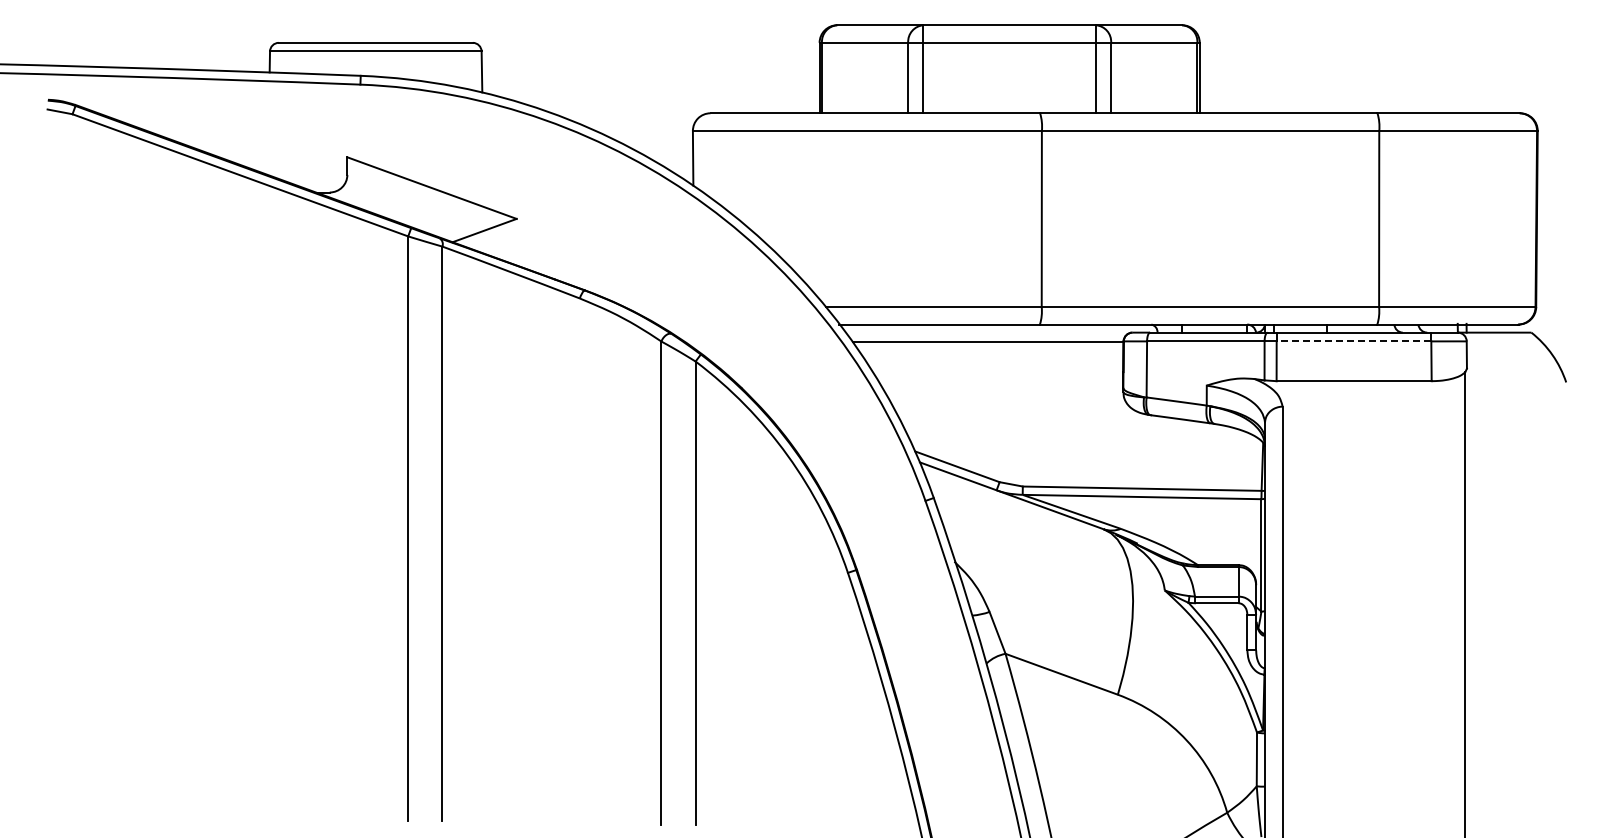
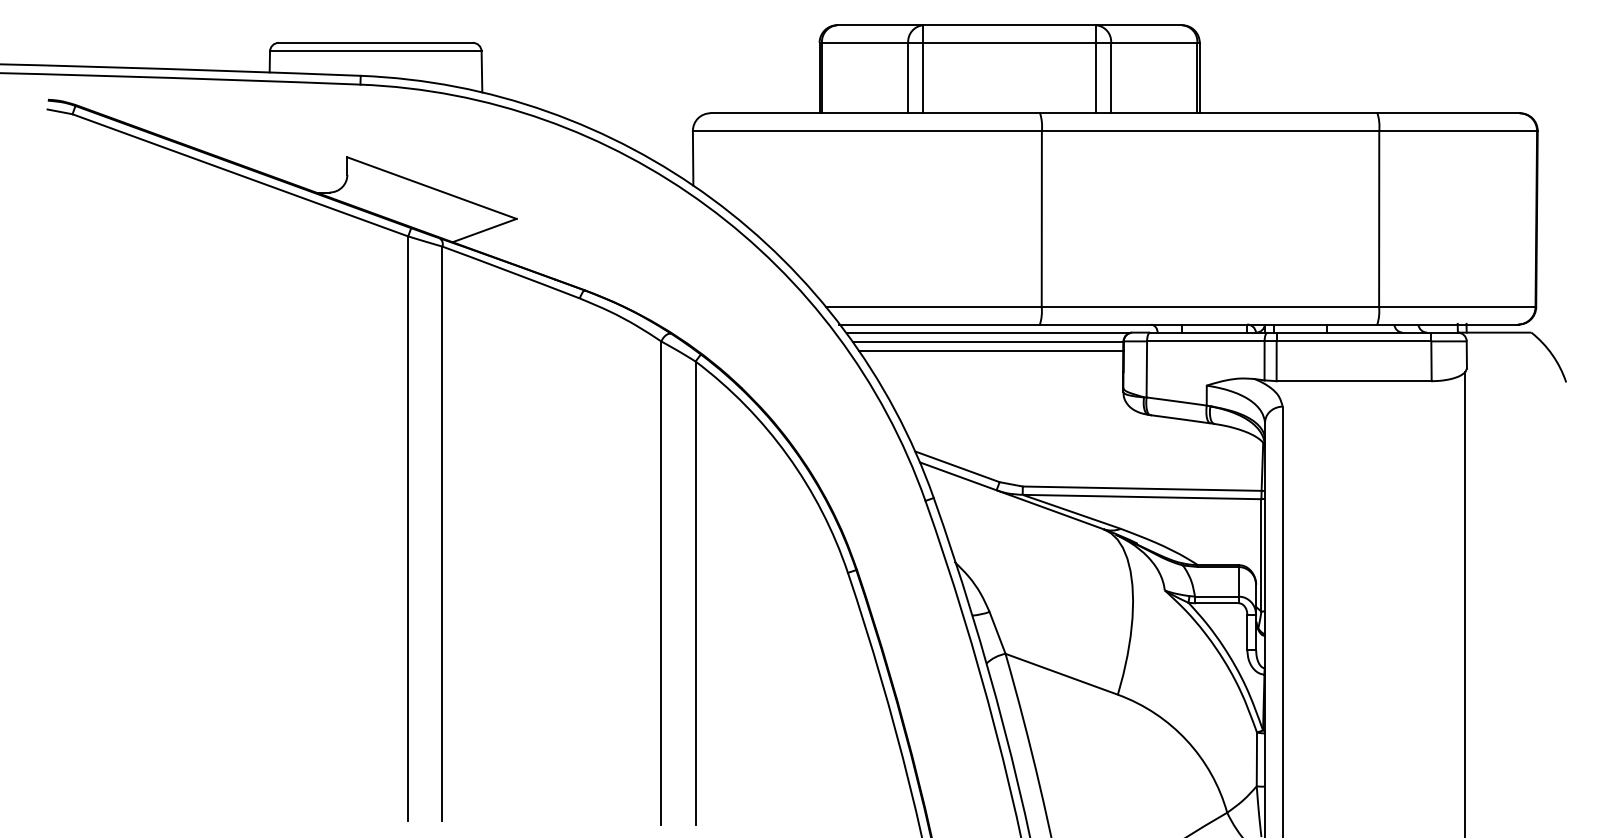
line at (987, 333): none -> present
line at (1353, 341): dashed -> solid
line at (990, 350): none -> present
